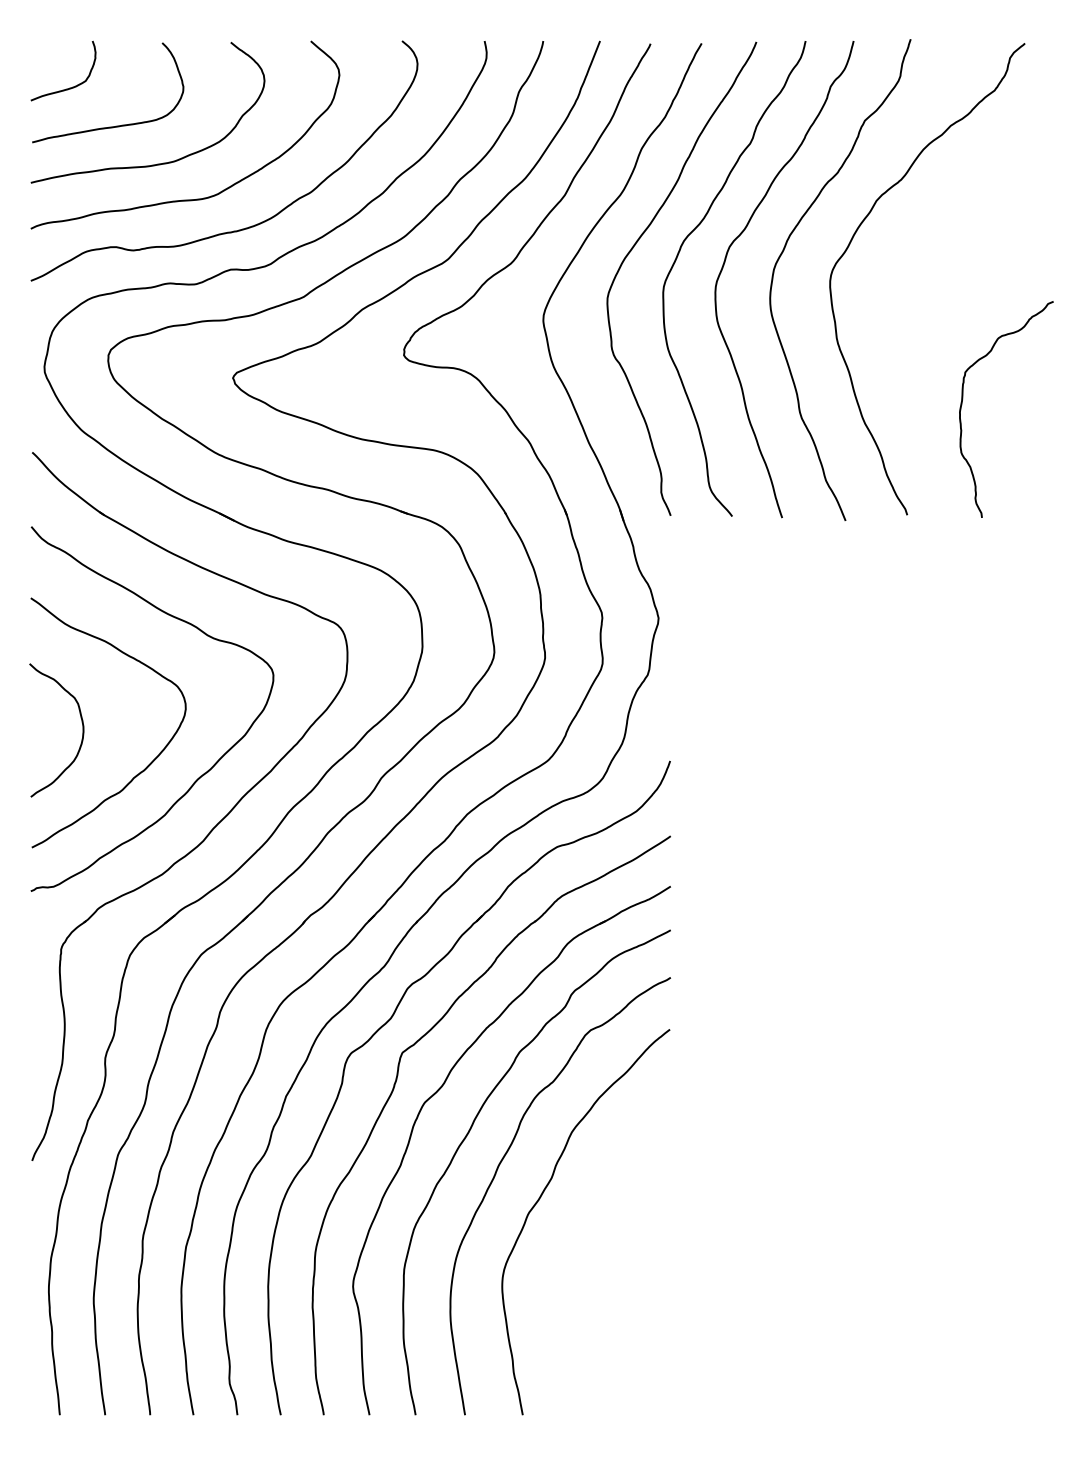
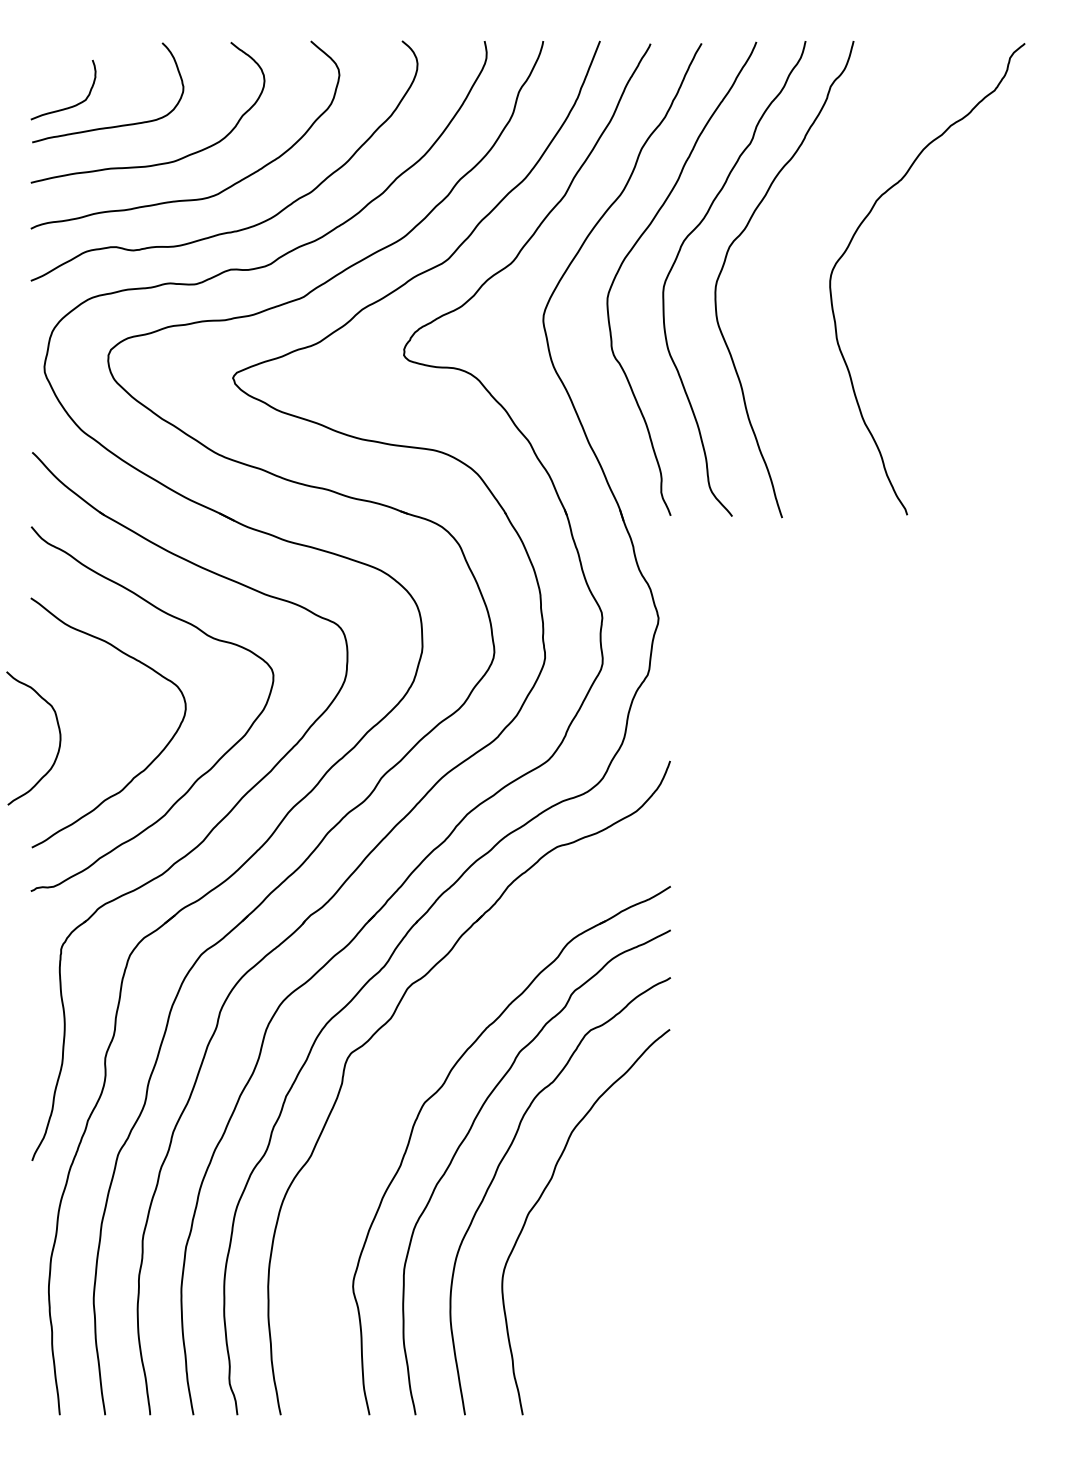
curve at (69, 87) position: (69, 87) -> (69, 106)
curve at (784, 250): present -> none
curve at (963, 399): present -> none
curve at (82, 730) position: (82, 730) -> (59, 738)
part at (394, 1089): present -> none
